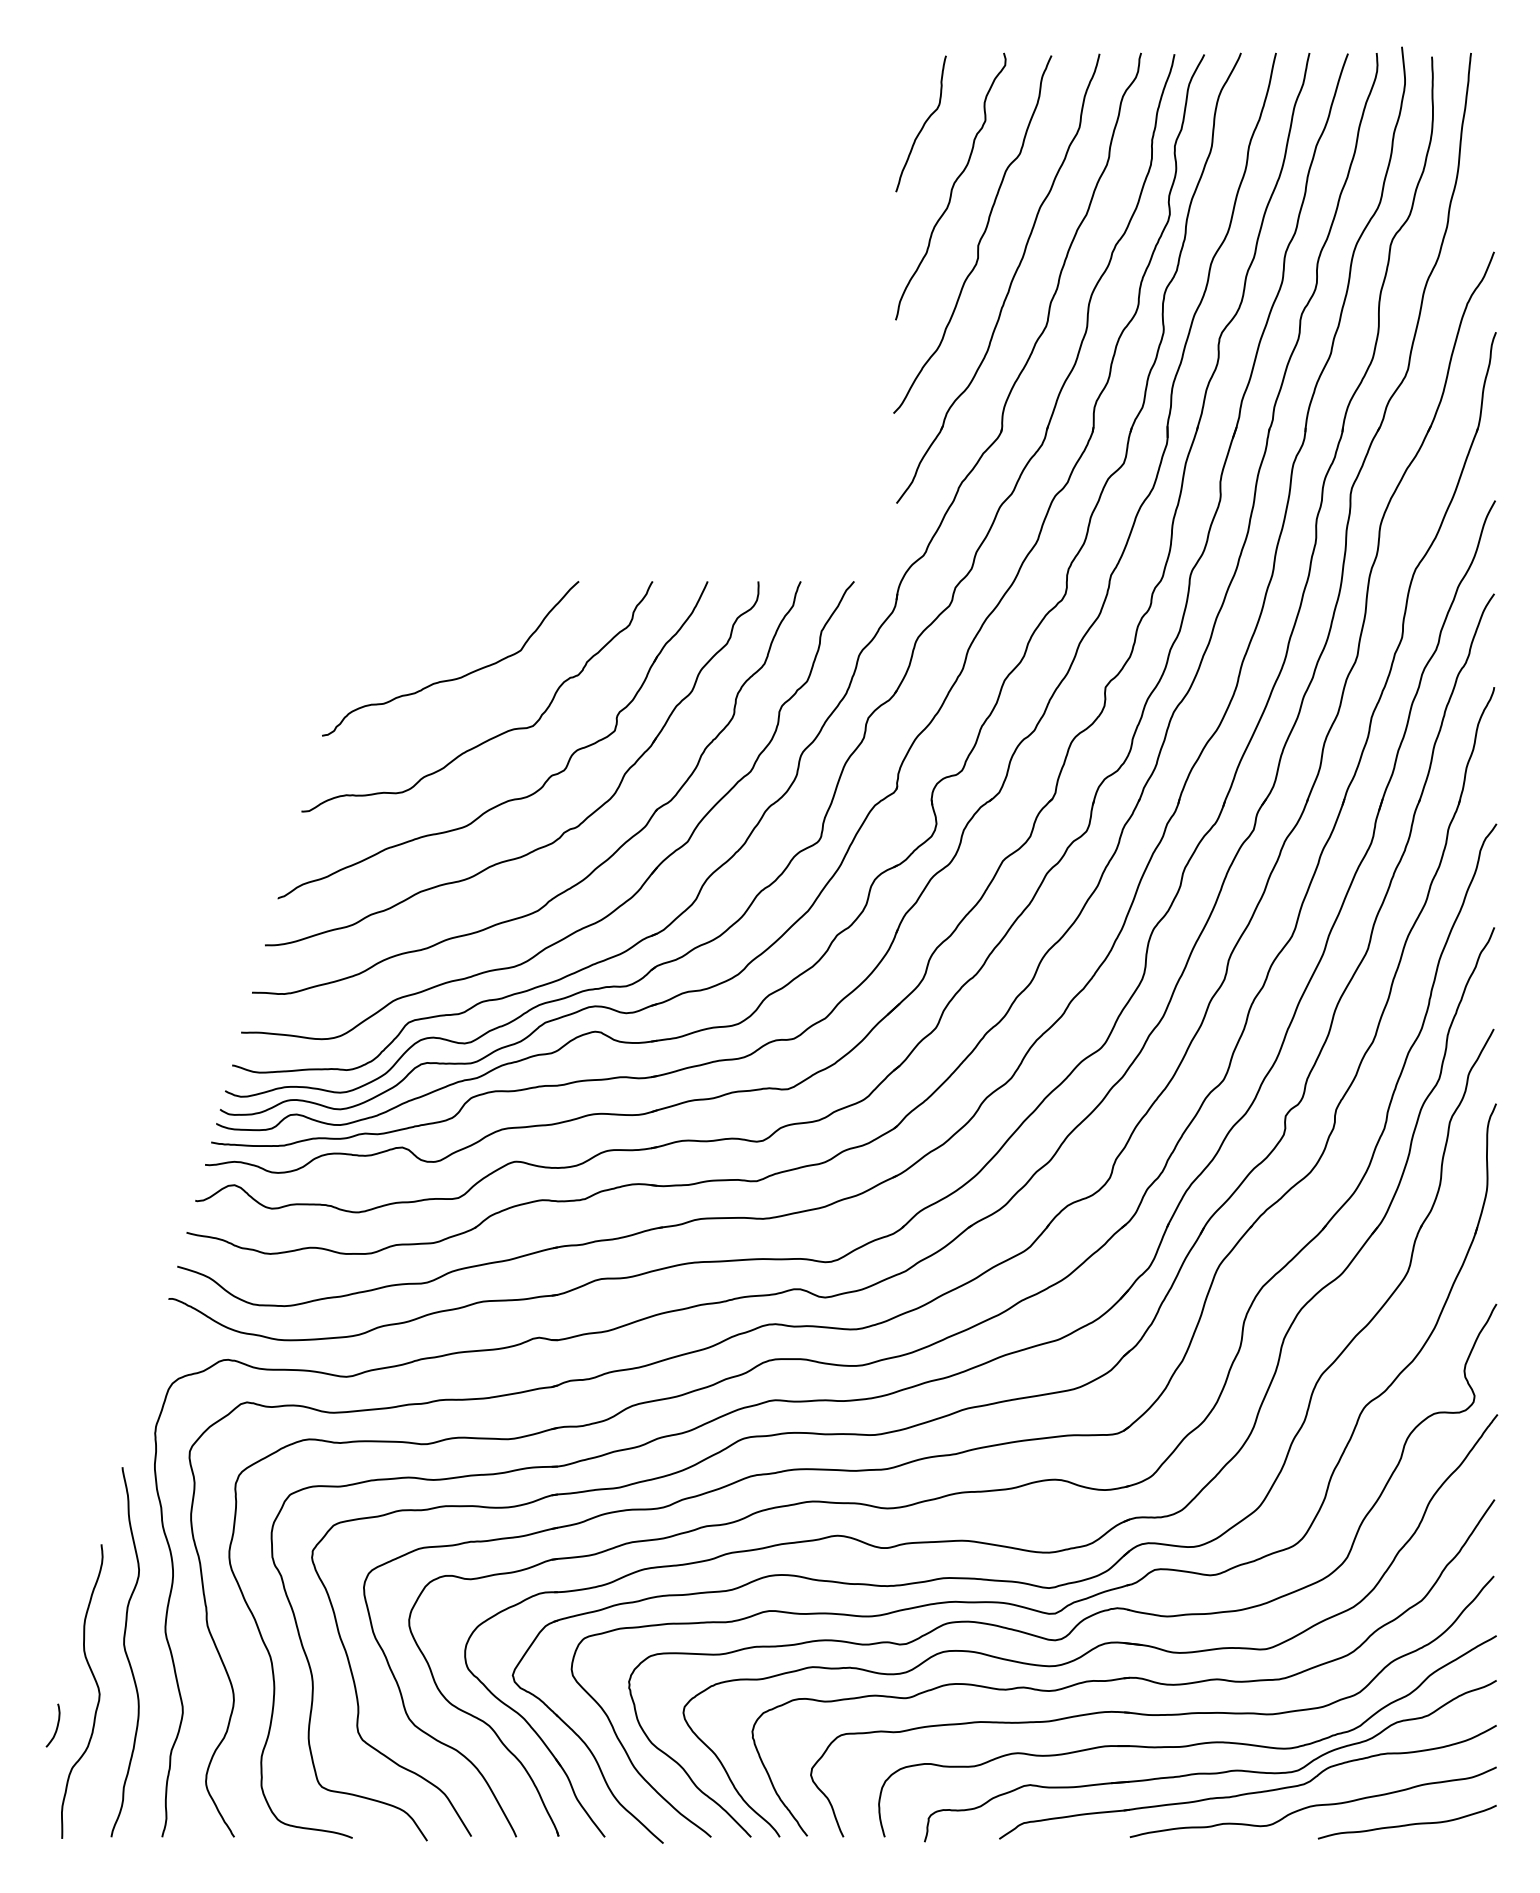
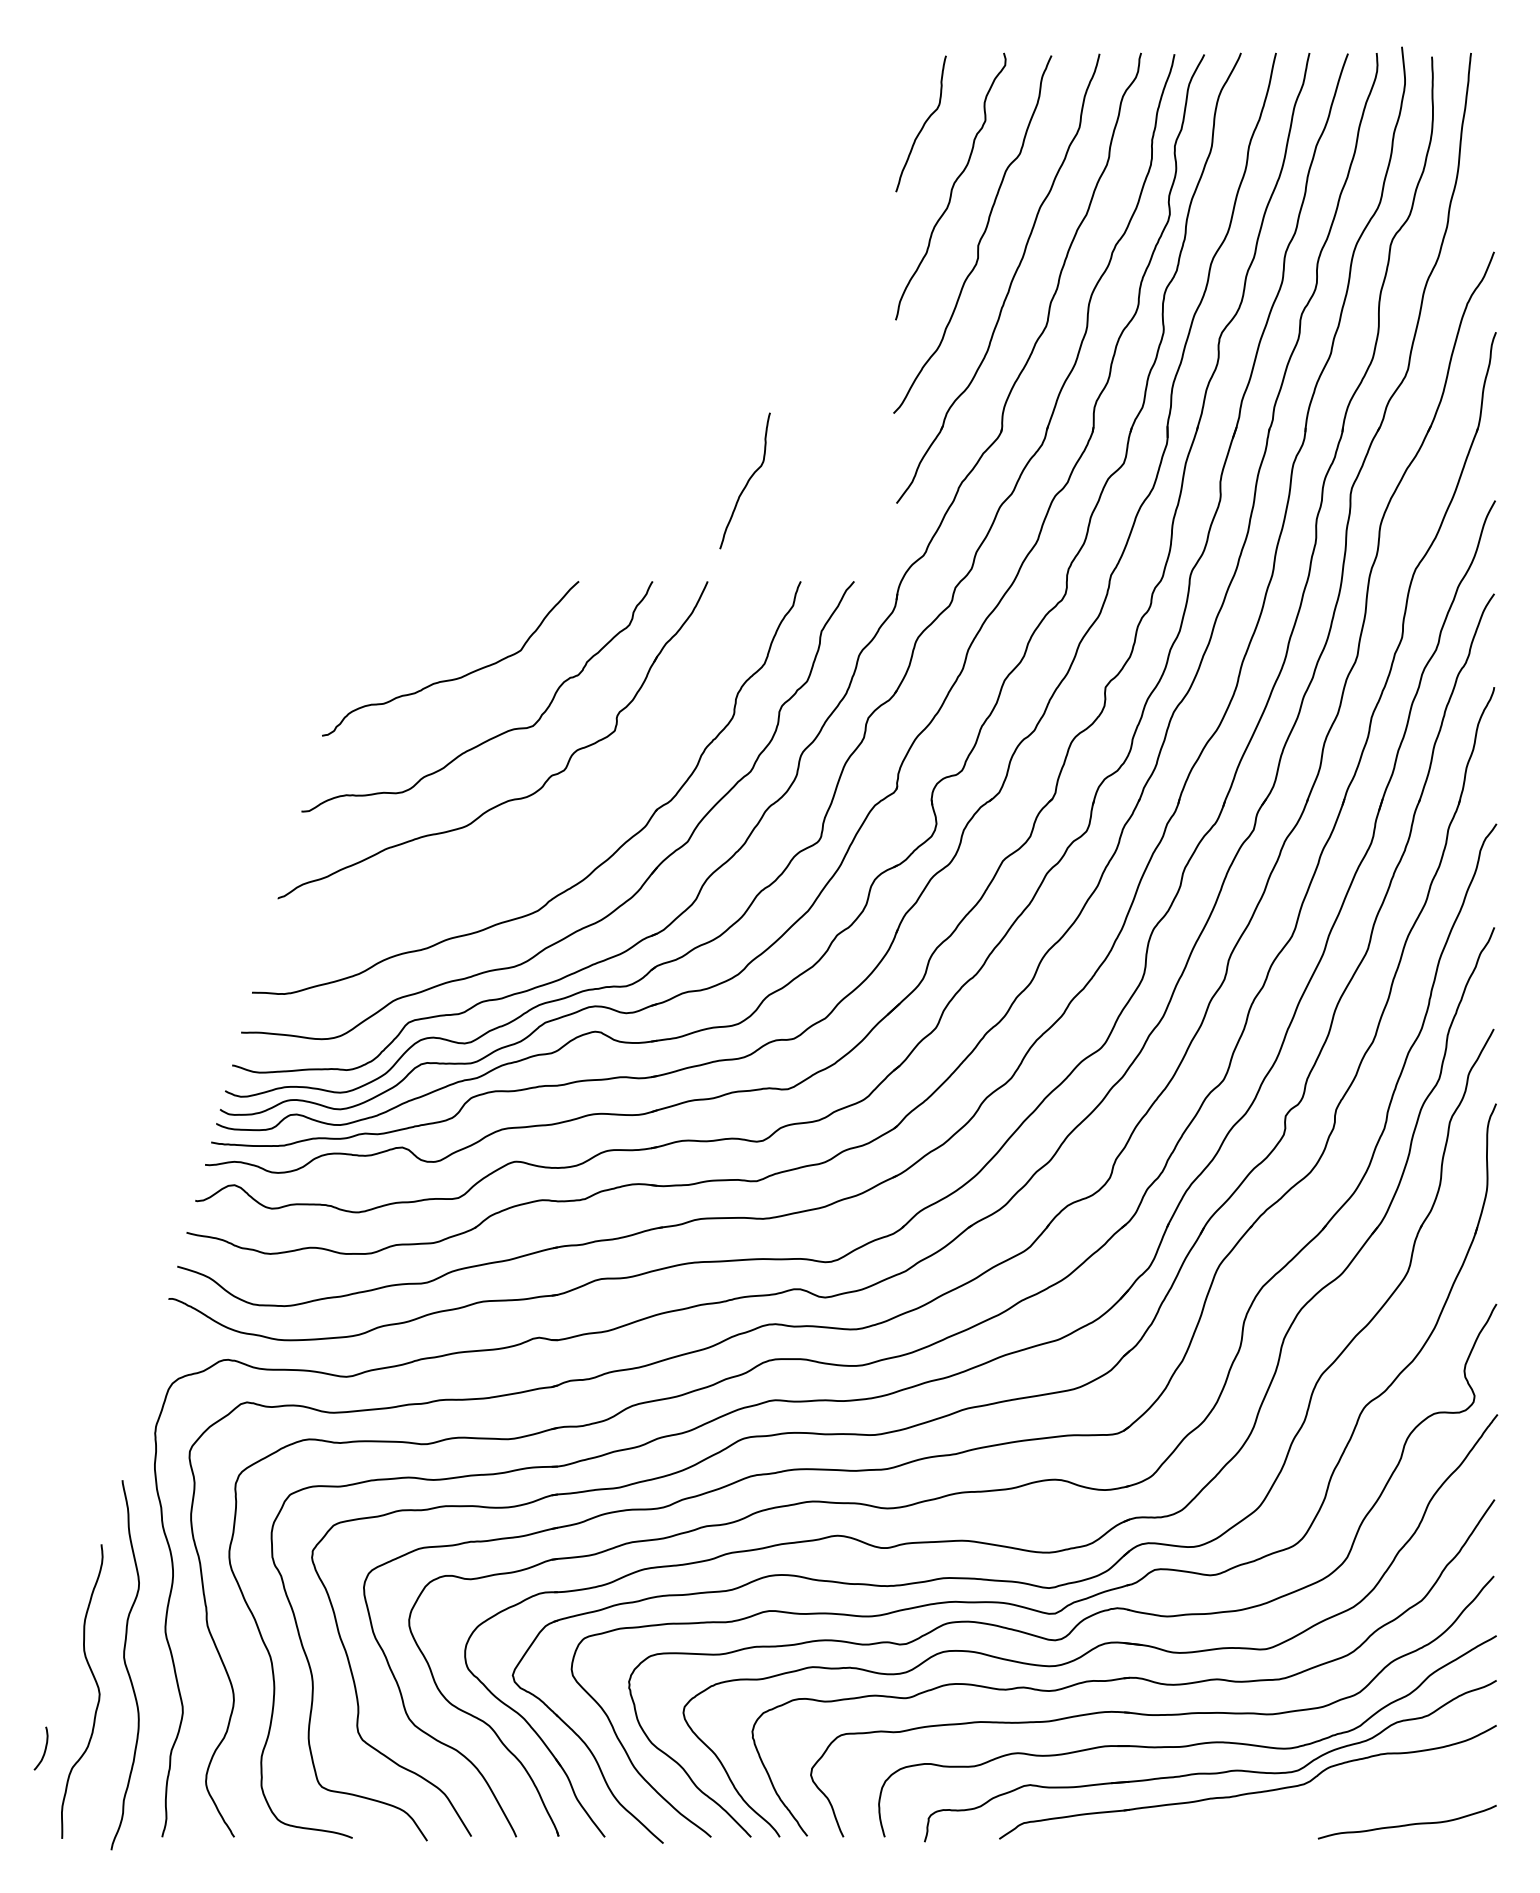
curve at (746, 482): none -> present
part at (565, 830): present -> none
curve at (124, 1652) position: (124, 1652) -> (124, 1665)
curve at (56, 1725) position: (56, 1725) -> (44, 1748)
curve at (1314, 1804): present -> none
